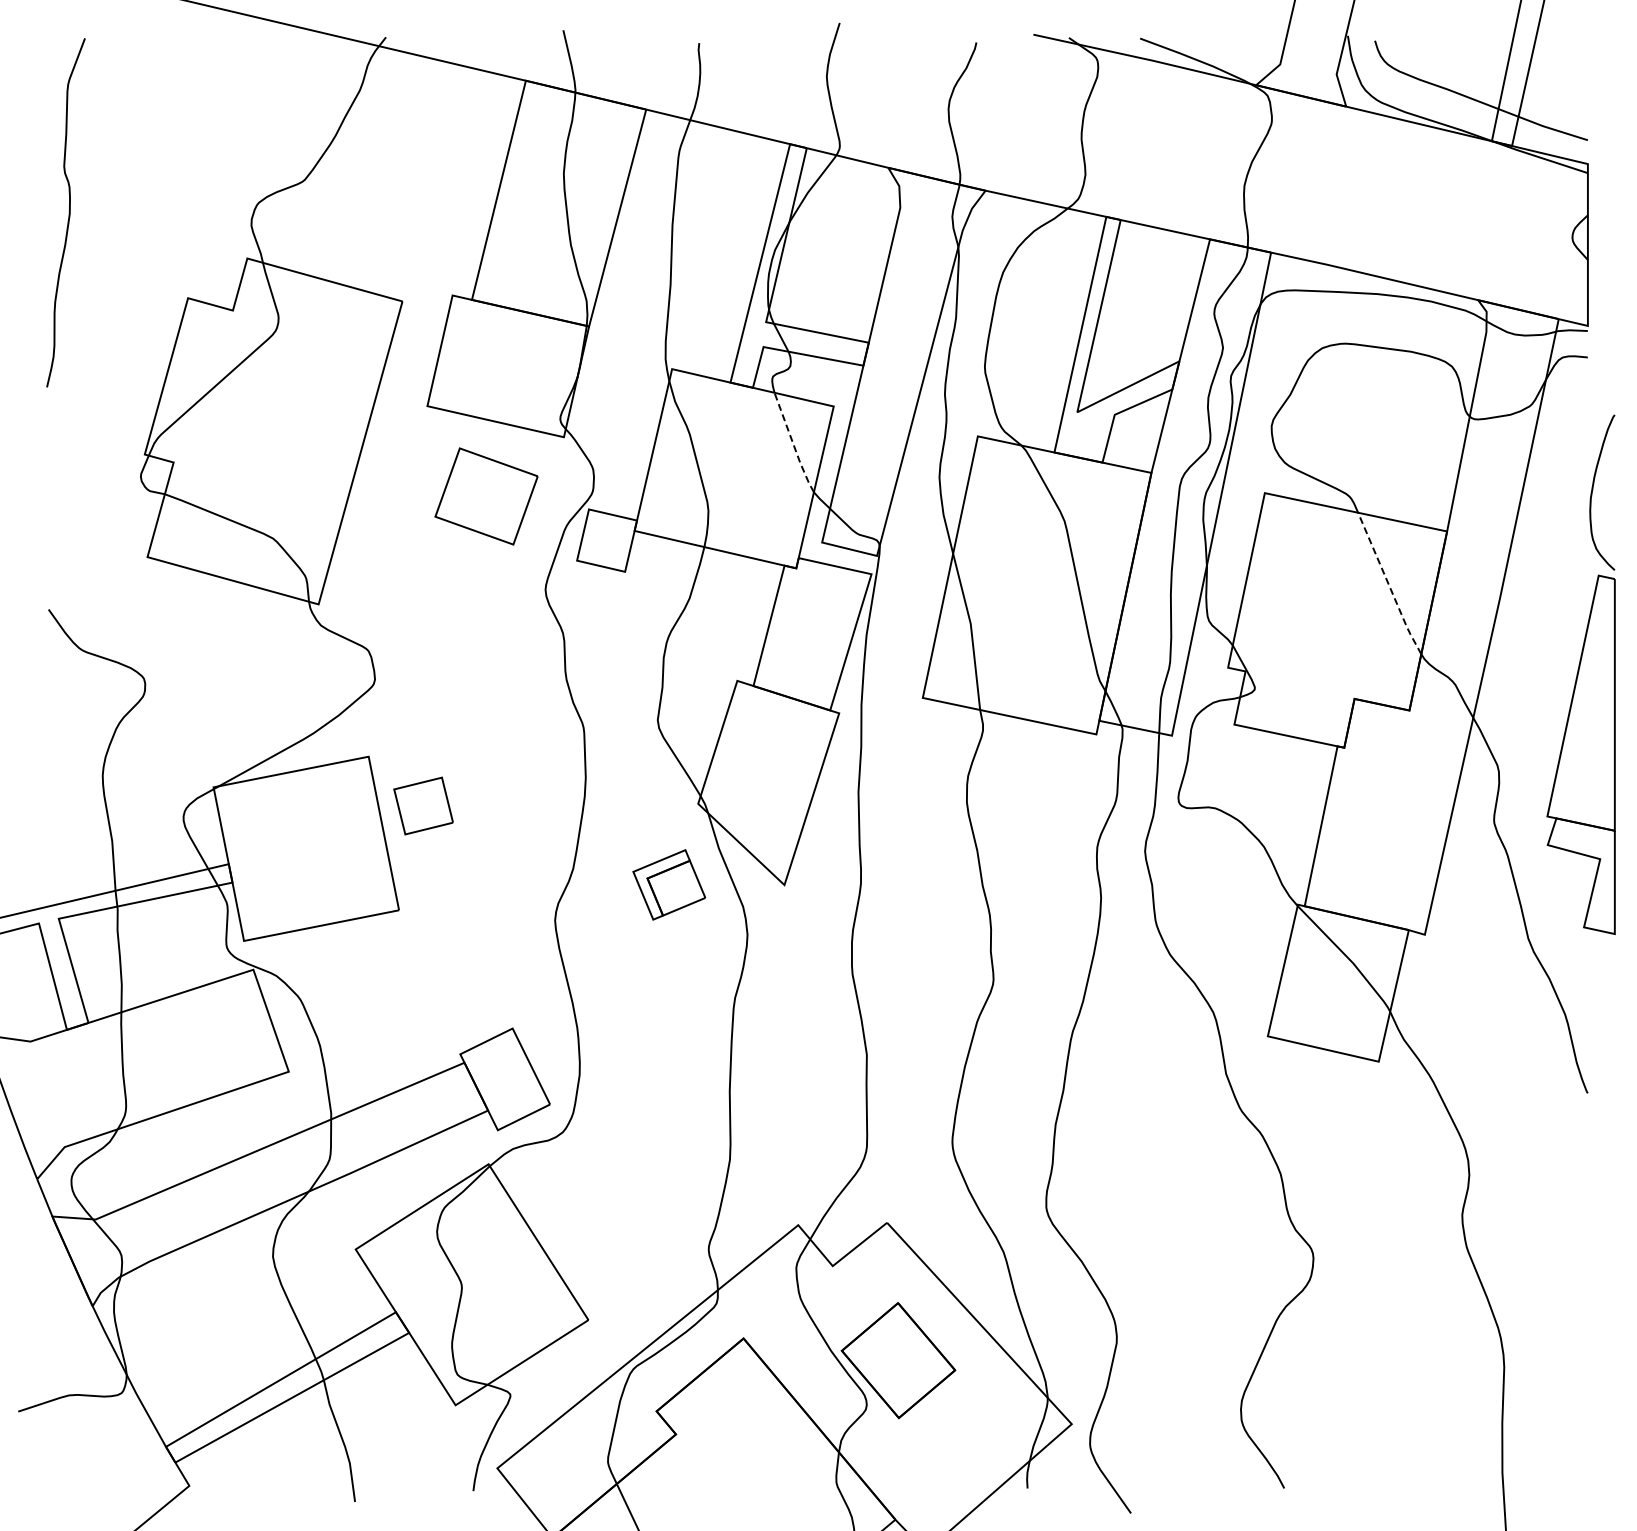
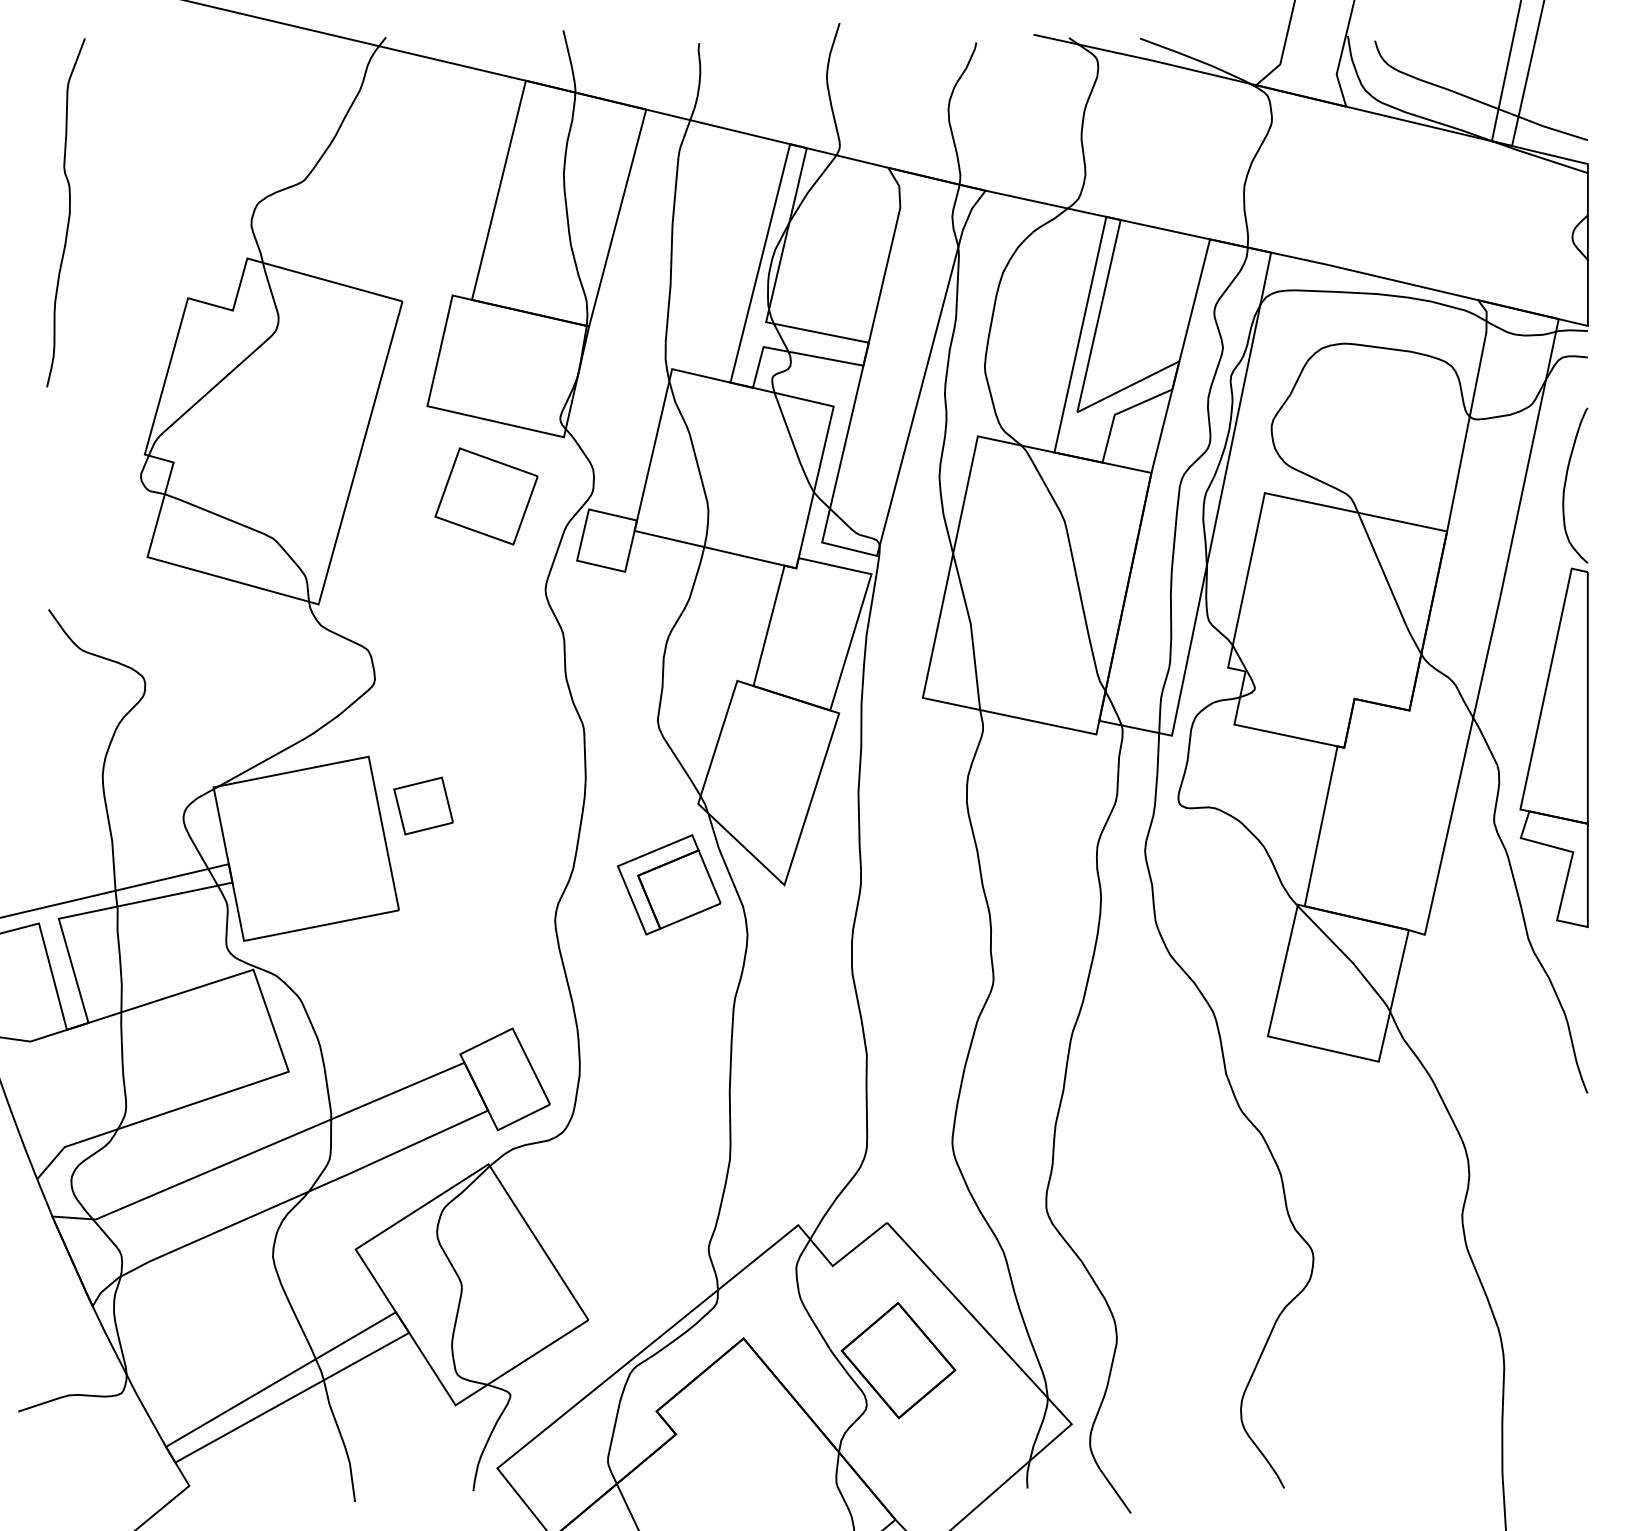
line at (793, 444): dashed -> solid
line at (1389, 585): dashed -> solid
part at (1580, 674) position: (1580, 674) -> (1553, 667)
part at (669, 884) size: 75x72 px -> 105x102 px
